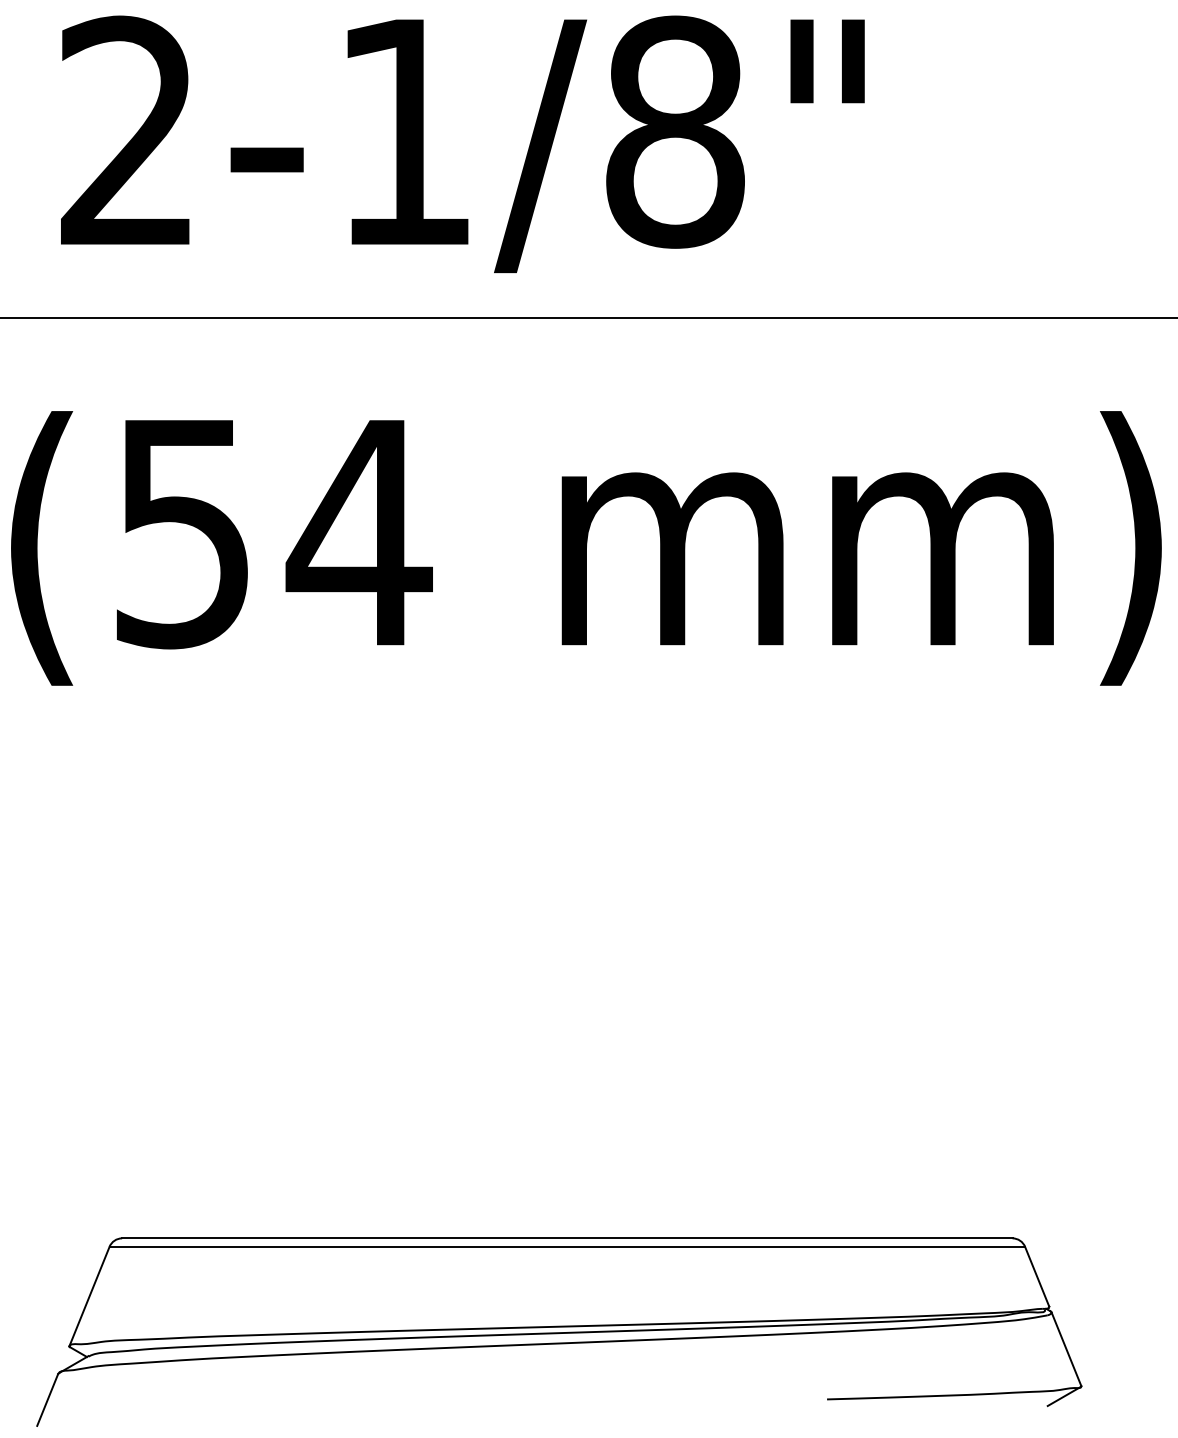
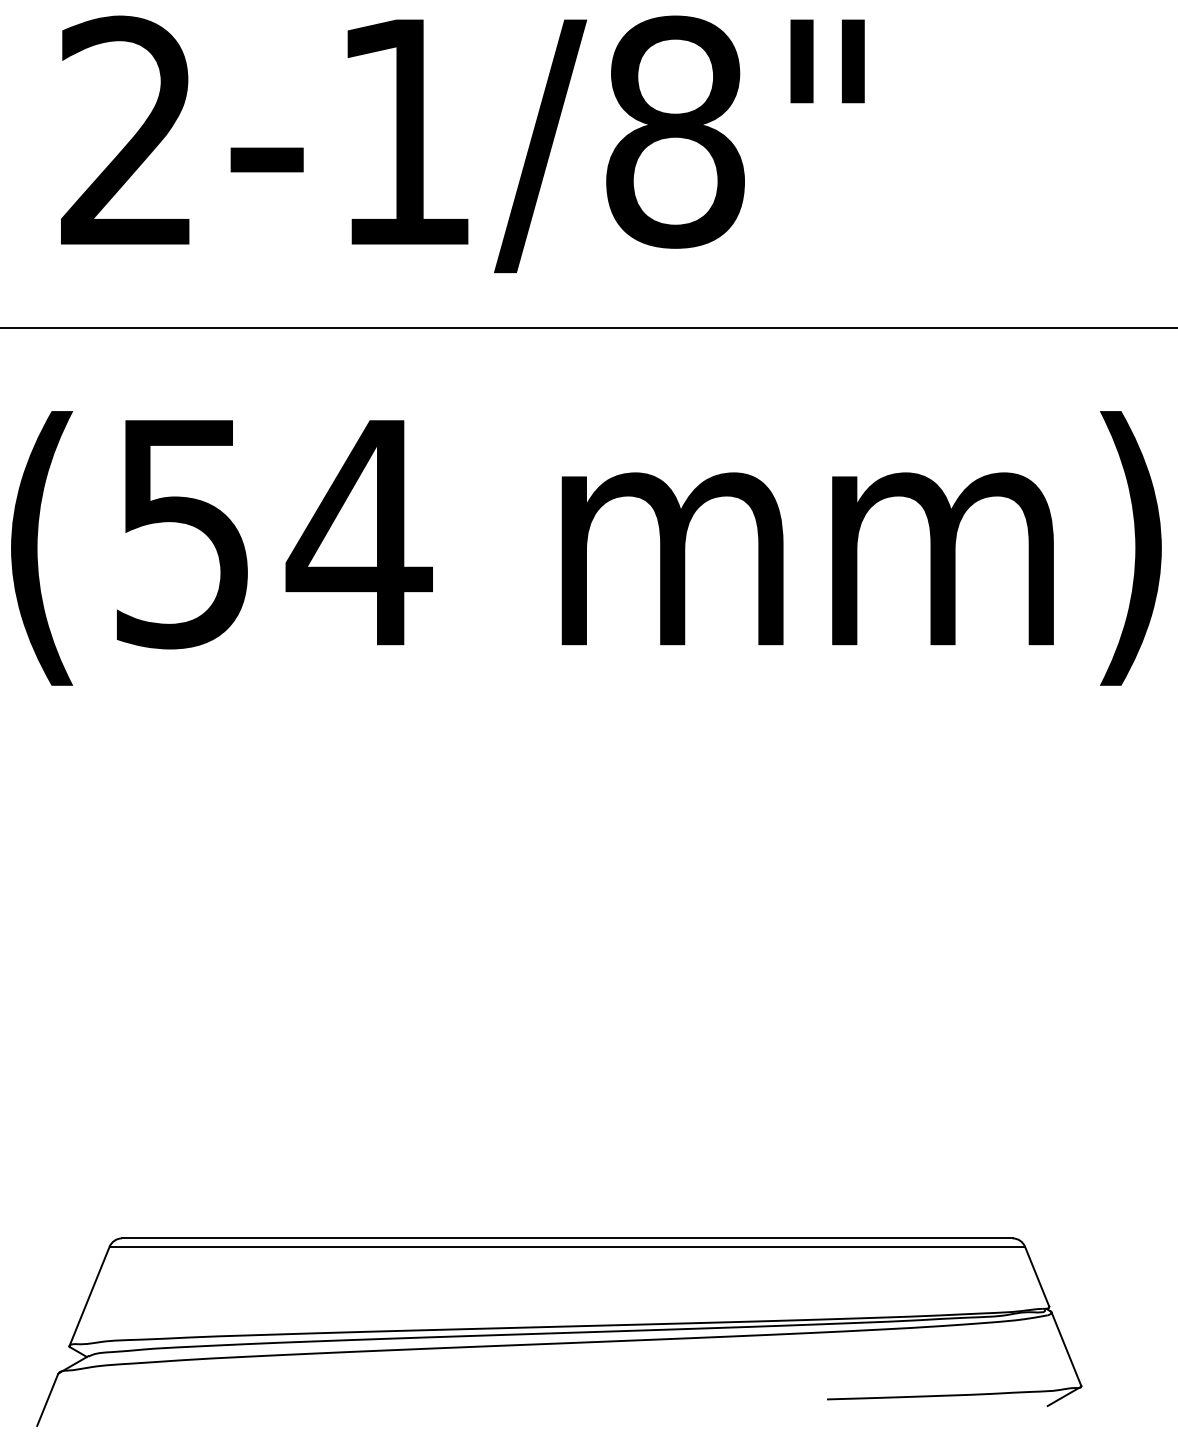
line at (588, 318) position: (588, 318) -> (588, 328)
